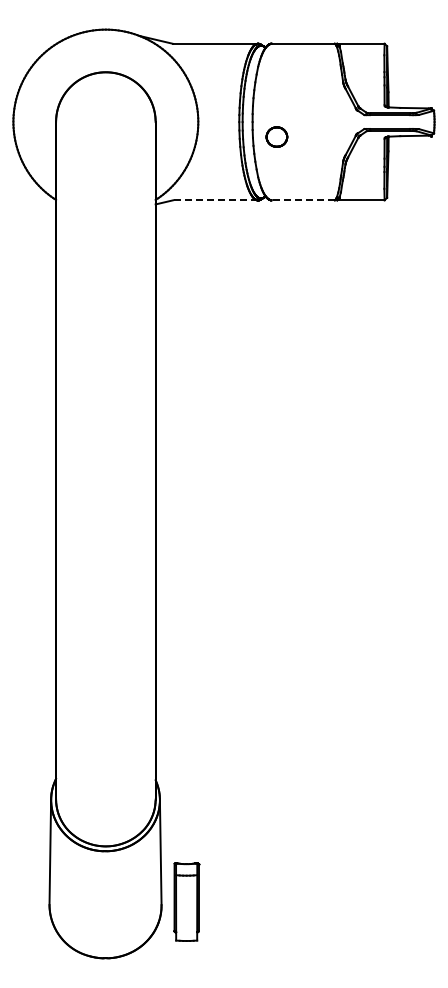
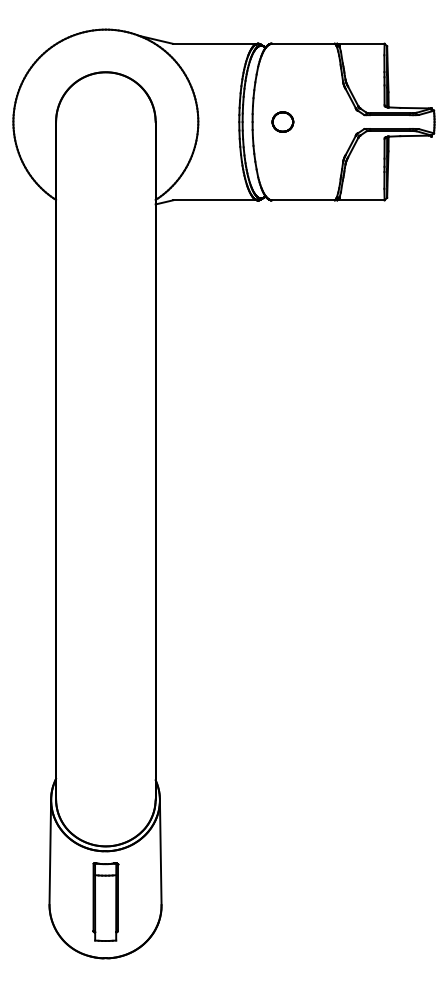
part at (276, 136) position: (276, 136) -> (282, 121)
line at (215, 200): dashed -> solid
line at (303, 200): dashed -> solid
part at (186, 901) position: (186, 901) -> (105, 901)
